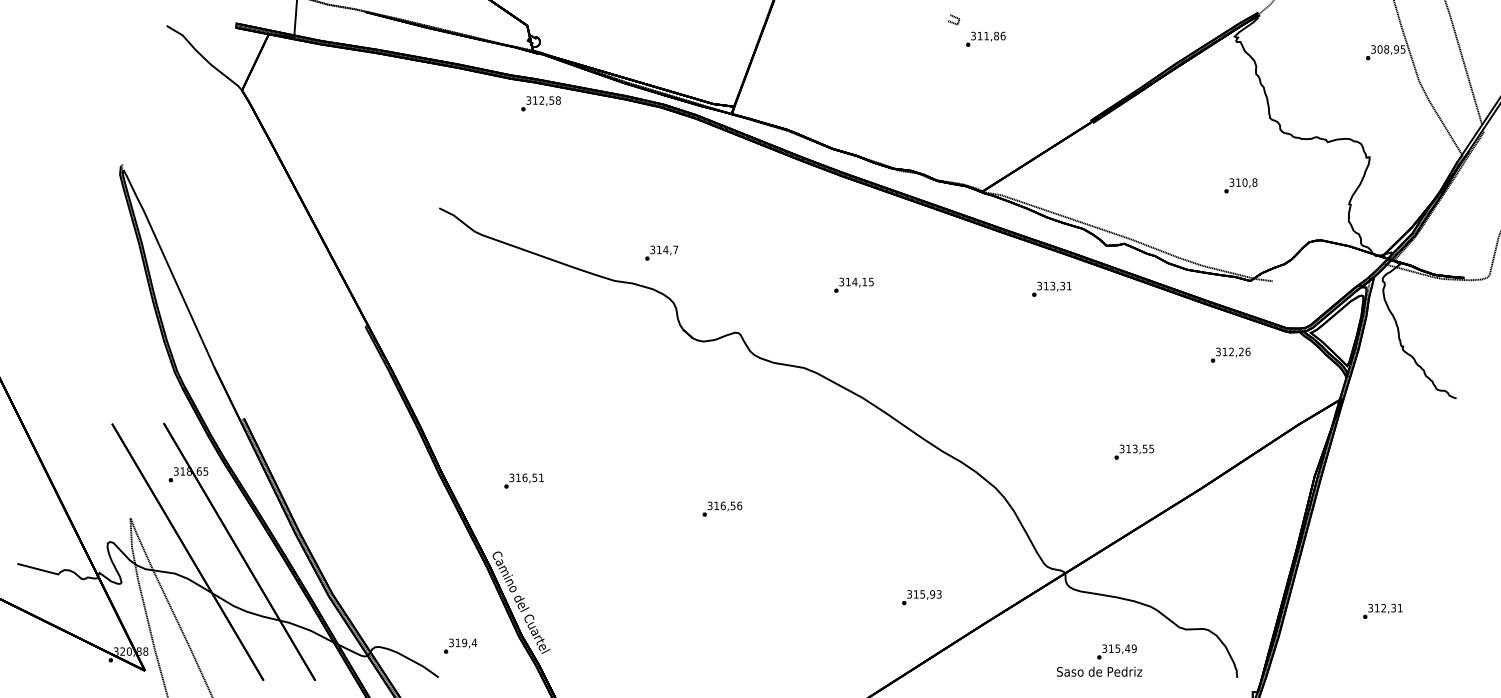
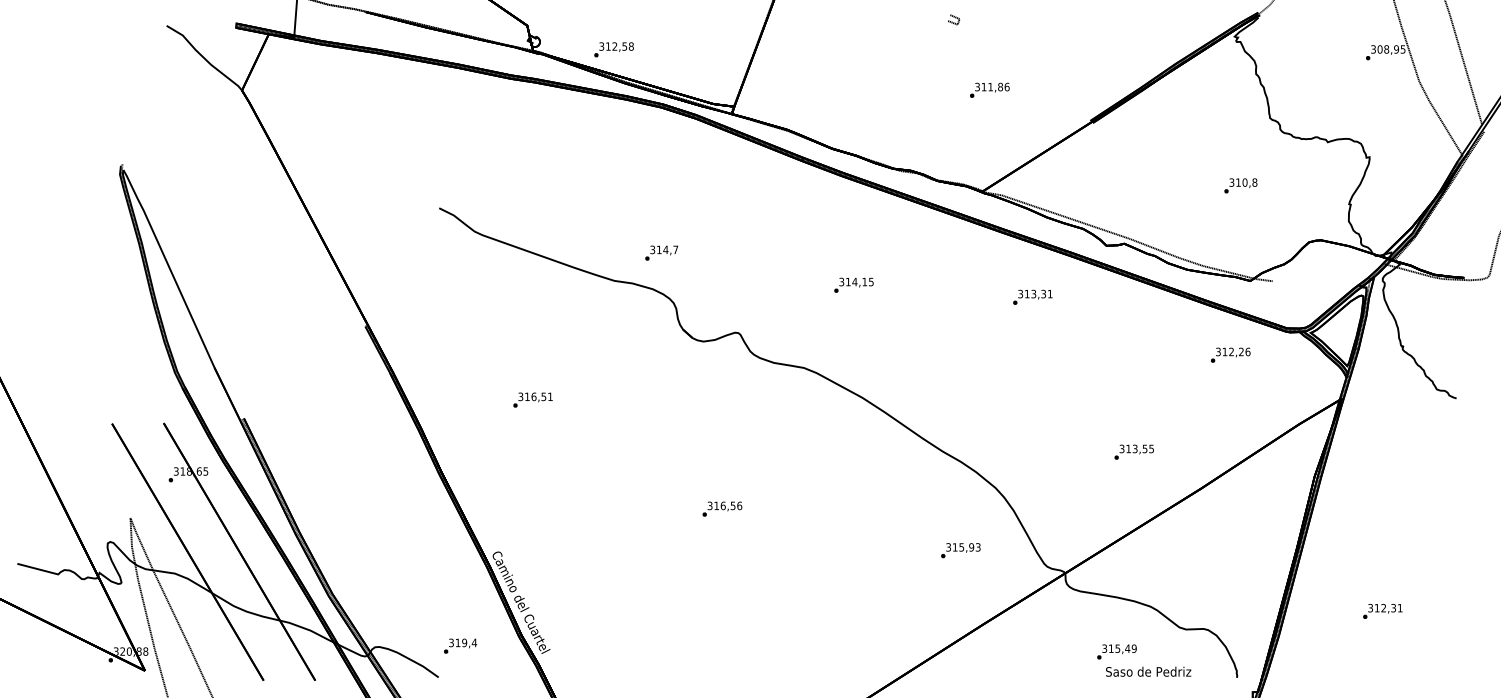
text at (985, 38) position: (985, 38) -> (989, 89)
text at (540, 103) position: (540, 103) -> (613, 49)
text at (1051, 288) position: (1051, 288) -> (1032, 296)
text at (523, 480) position: (523, 480) -> (532, 399)
text at (921, 597) position: (921, 597) -> (960, 550)
text at (1099, 671) position: (1099, 671) -> (1148, 671)
